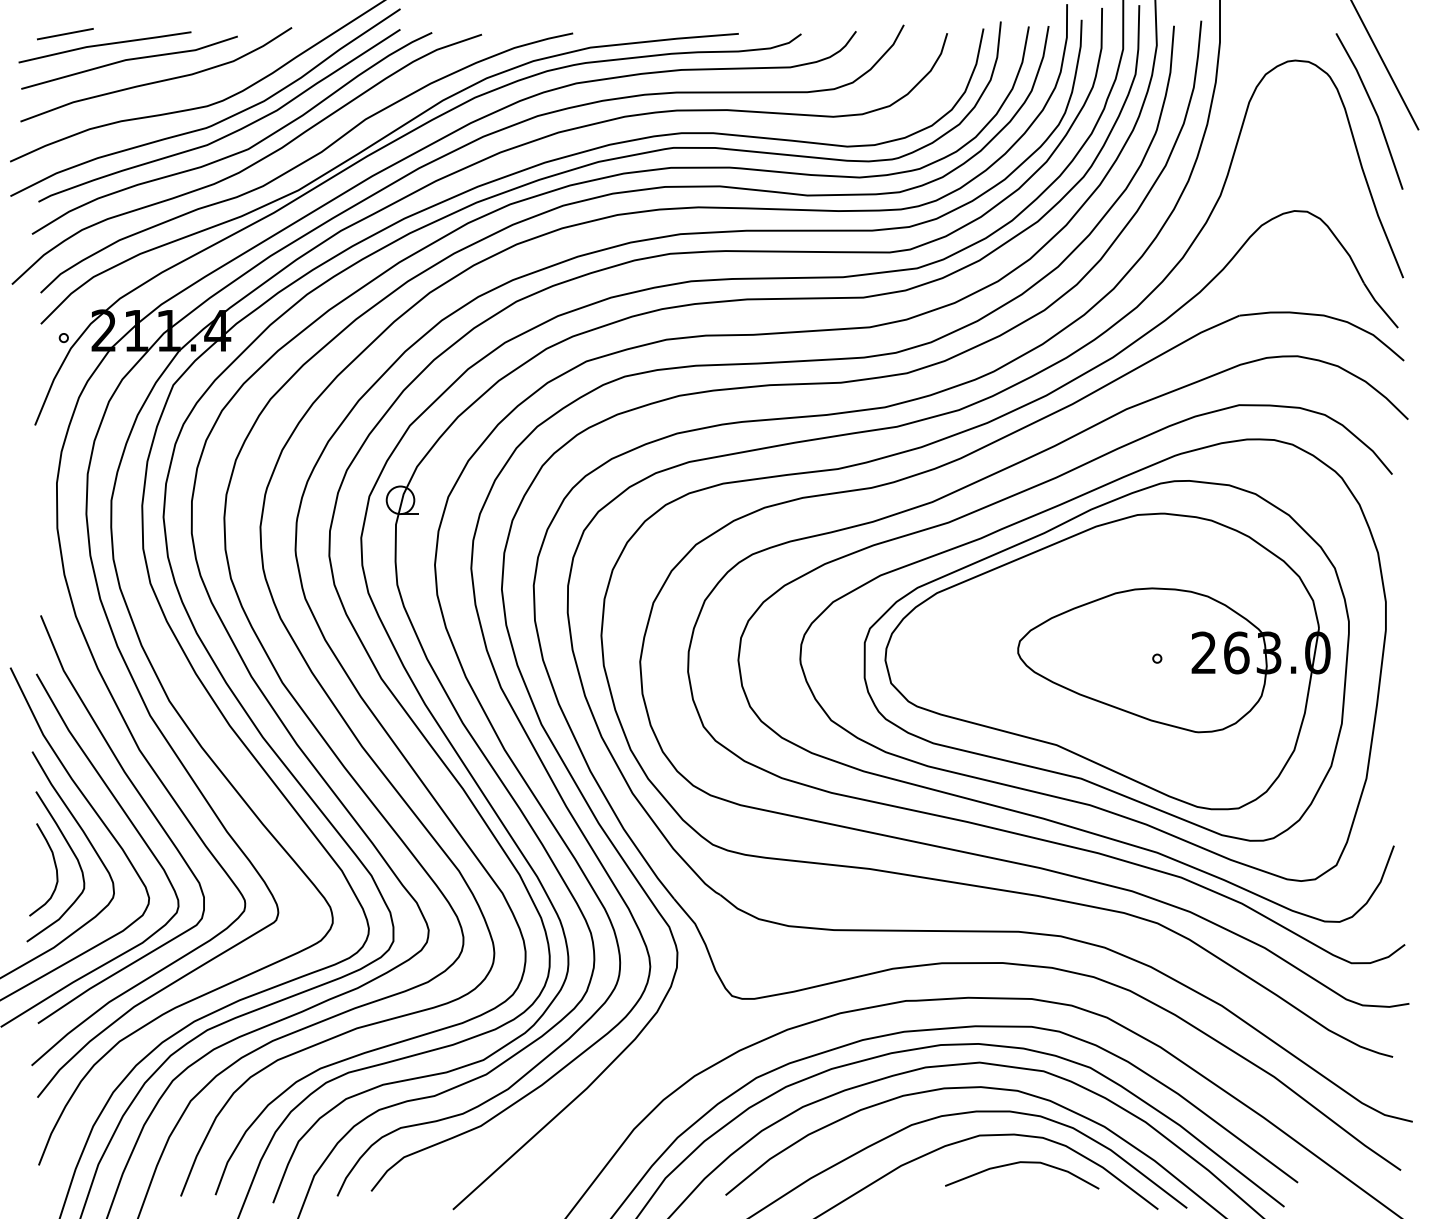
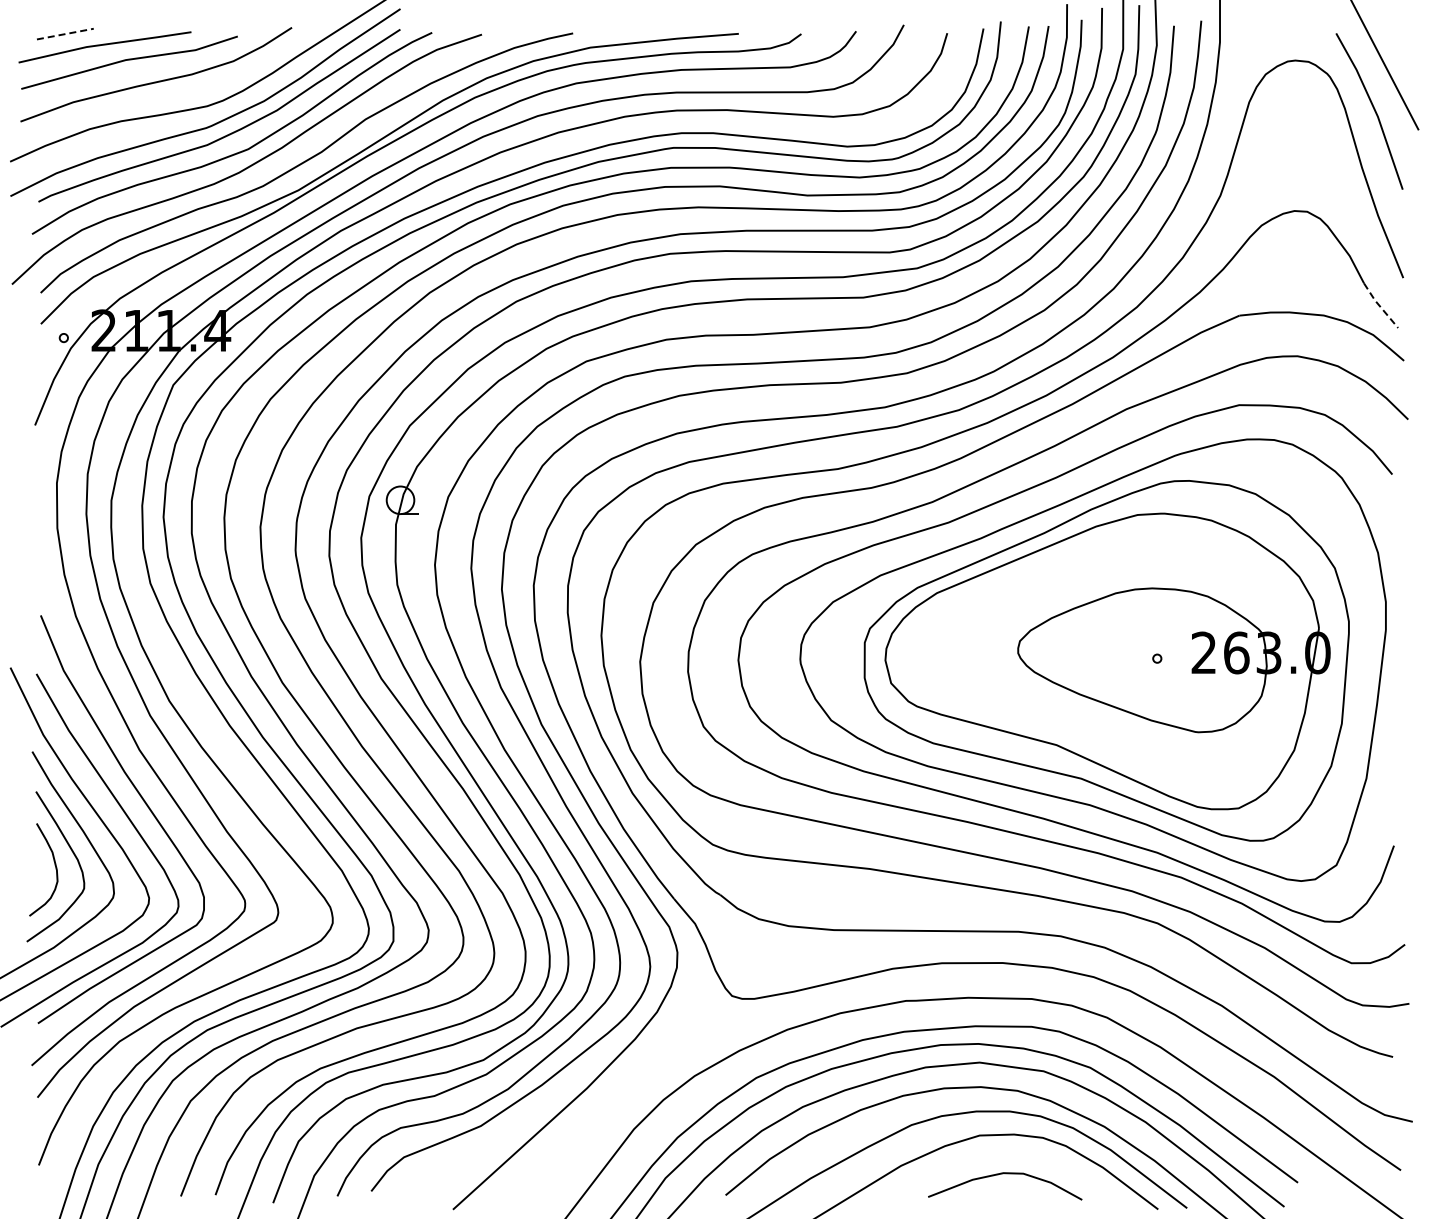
line at (65, 34): solid -> dashed
line at (1379, 305): solid -> dashed
curve at (1022, 1163) position: (1022, 1163) -> (1005, 1174)
